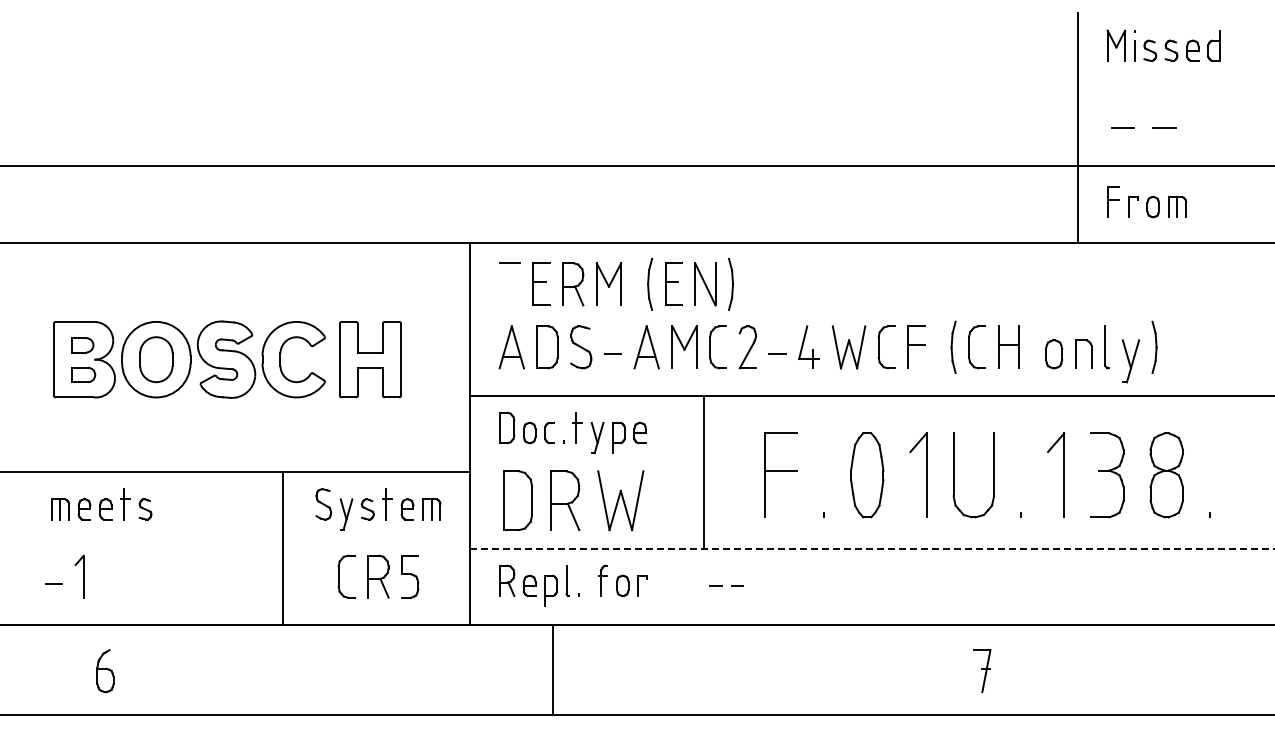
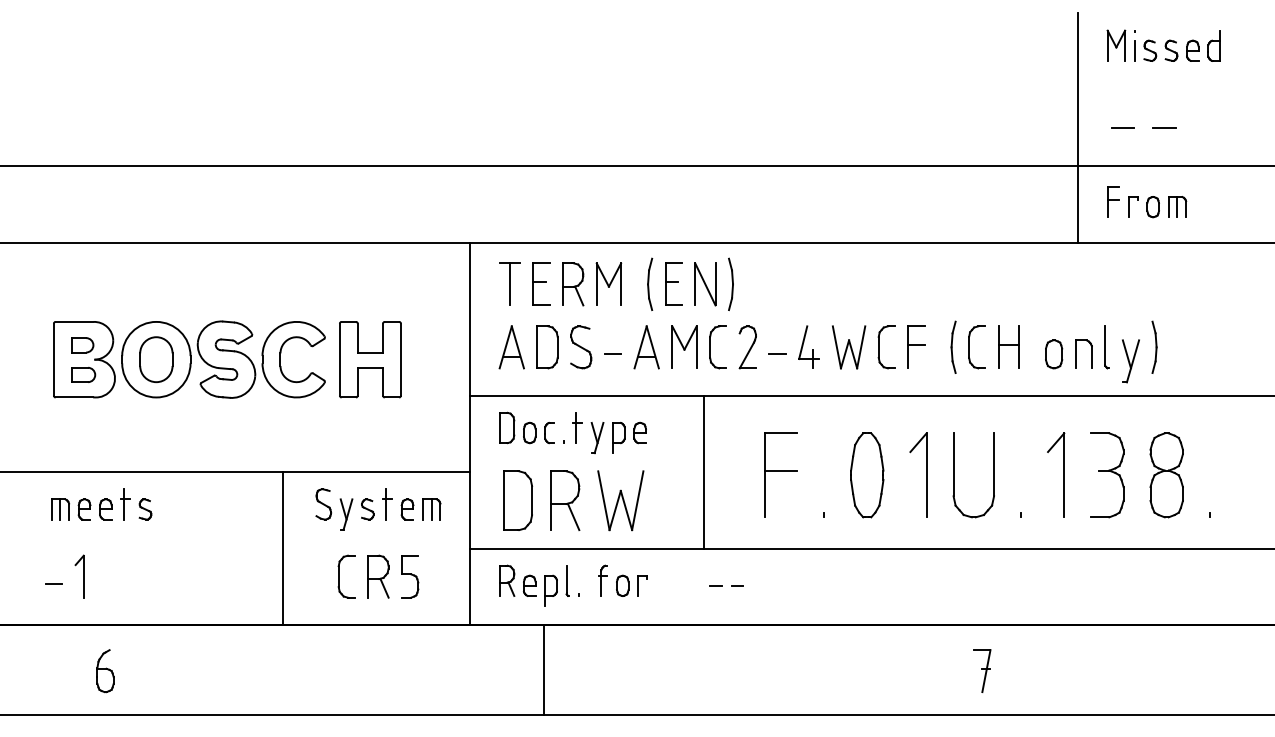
line at (509, 284): none -> present
line at (873, 548): dashed -> solid
line at (552, 669) position: (552, 669) -> (543, 669)
